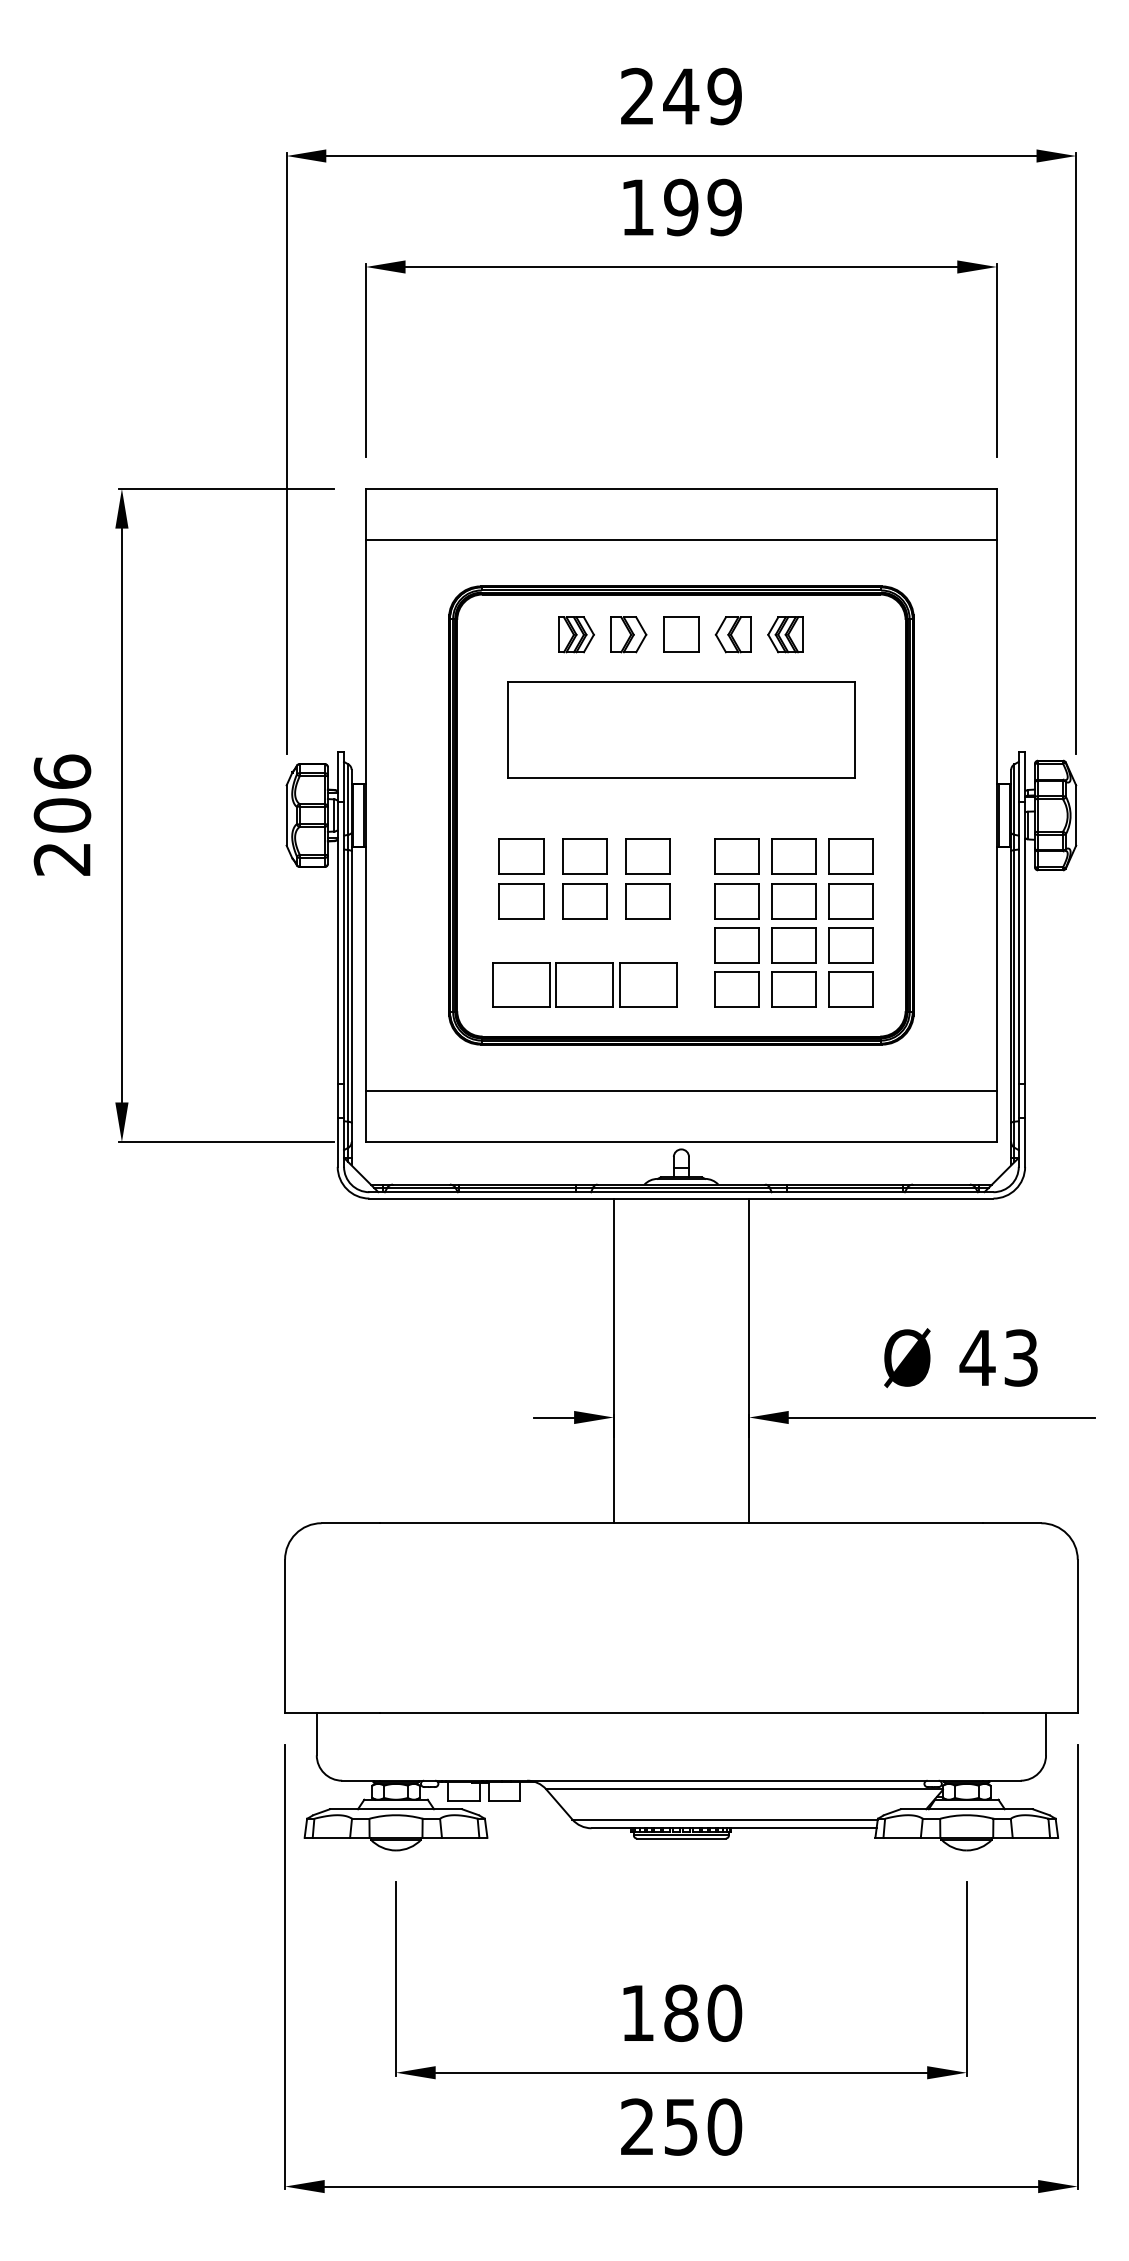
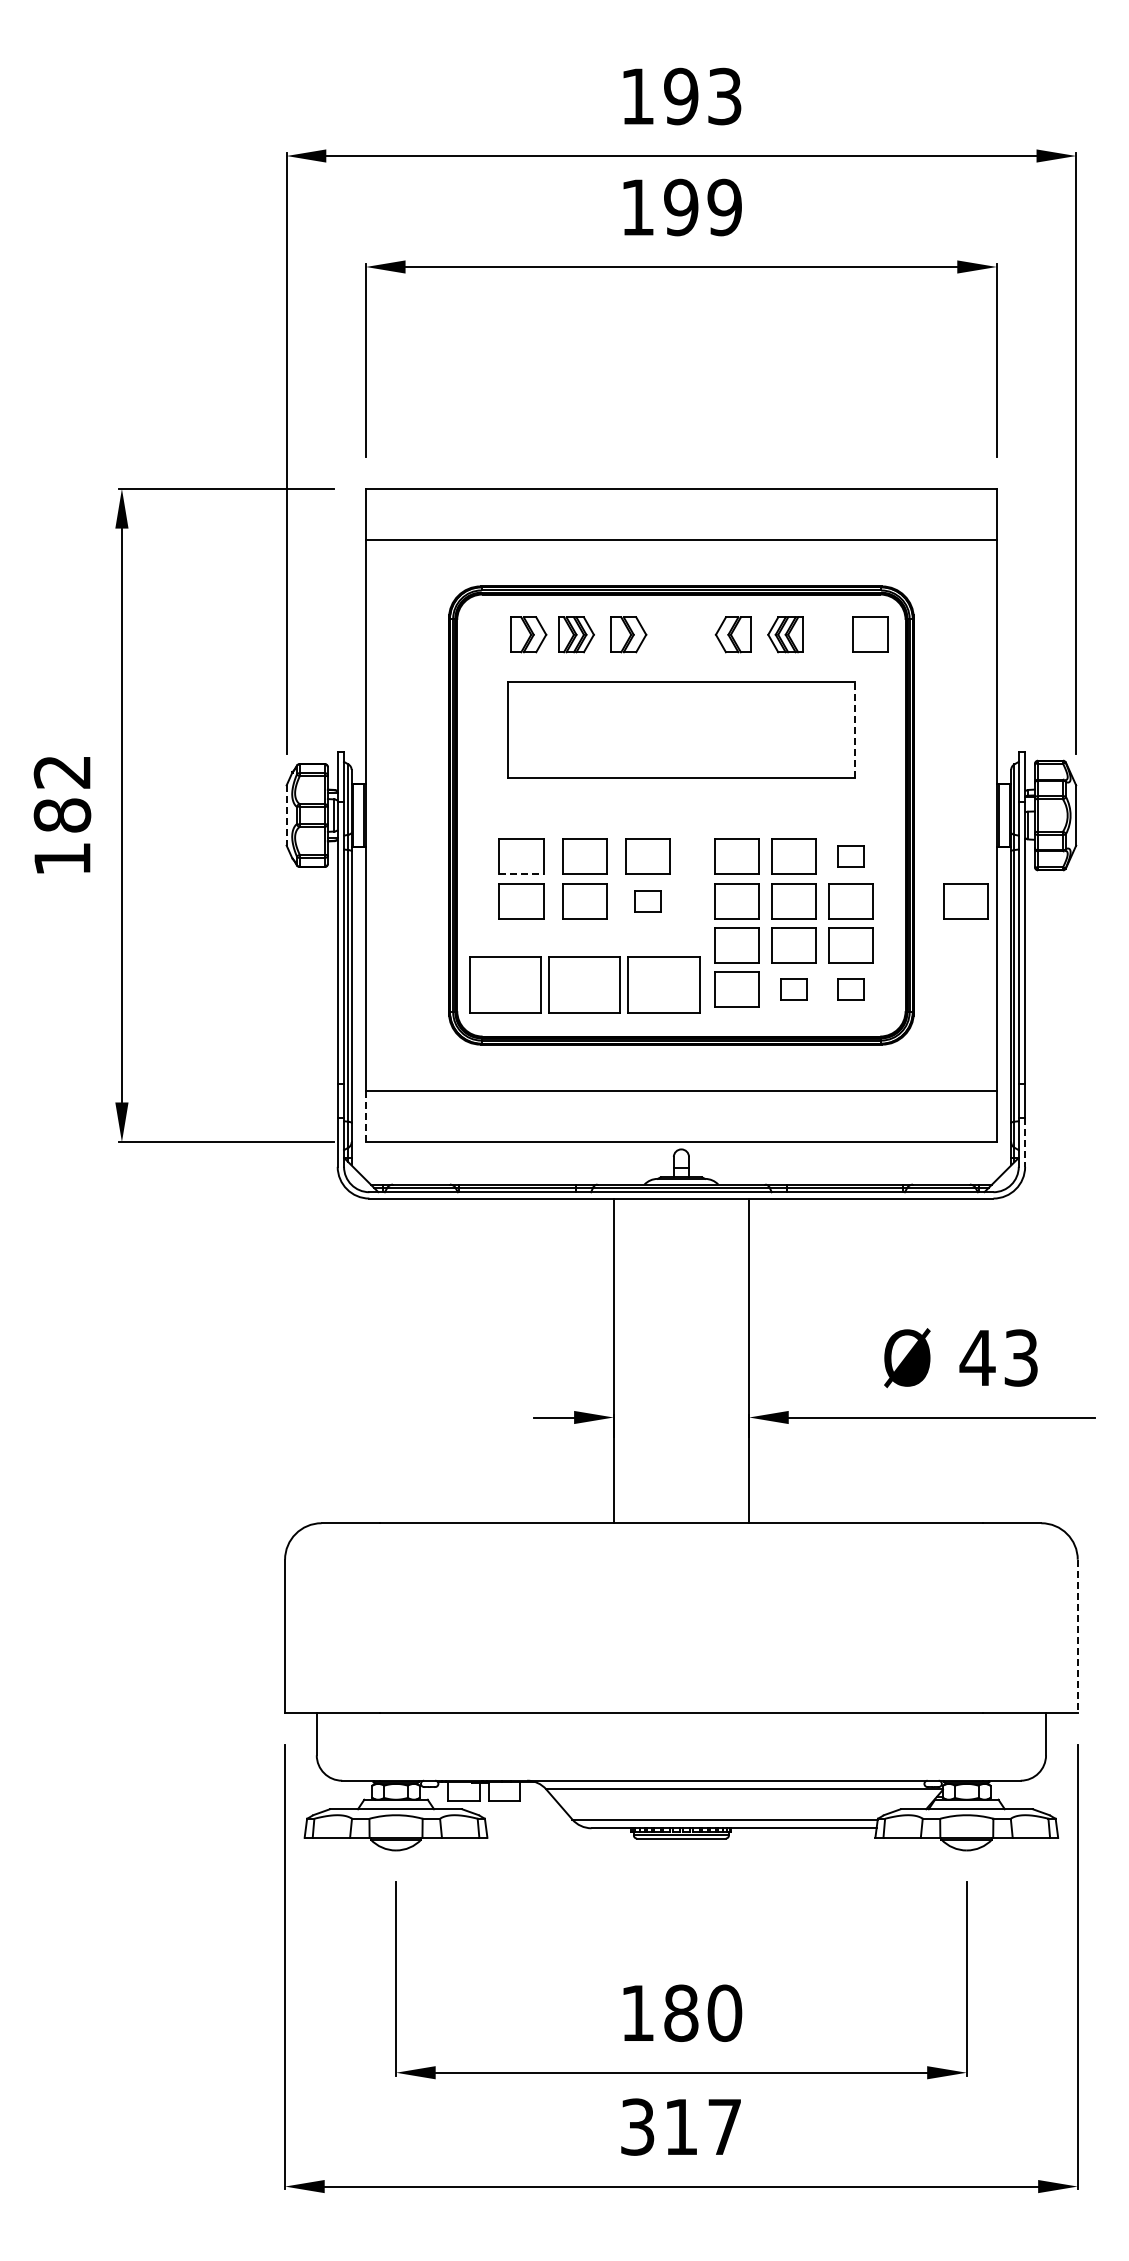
text at (681, 96): 249 -> 193
part at (528, 634): none -> present
part at (681, 634) position: (681, 634) -> (870, 634)
line at (854, 729): solid -> dashed
text at (62, 814): 206 -> 182
line at (286, 816): solid -> dashed
part at (850, 856) size: 46x37 px -> 28x23 px
line at (521, 874): solid -> dashed
part at (647, 901) size: 46x37 px -> 28x23 px
part at (965, 901): none -> present
part at (584, 984) size: 186x46 px -> 232x58 px
part at (793, 989) size: 46x37 px -> 28x23 px
part at (850, 989) size: 46x37 px -> 28x23 px
line at (365, 1116): solid -> dashed
line at (1025, 1142): solid -> dashed
line at (1077, 1636): solid -> dashed
text at (681, 2126): 250 -> 317
